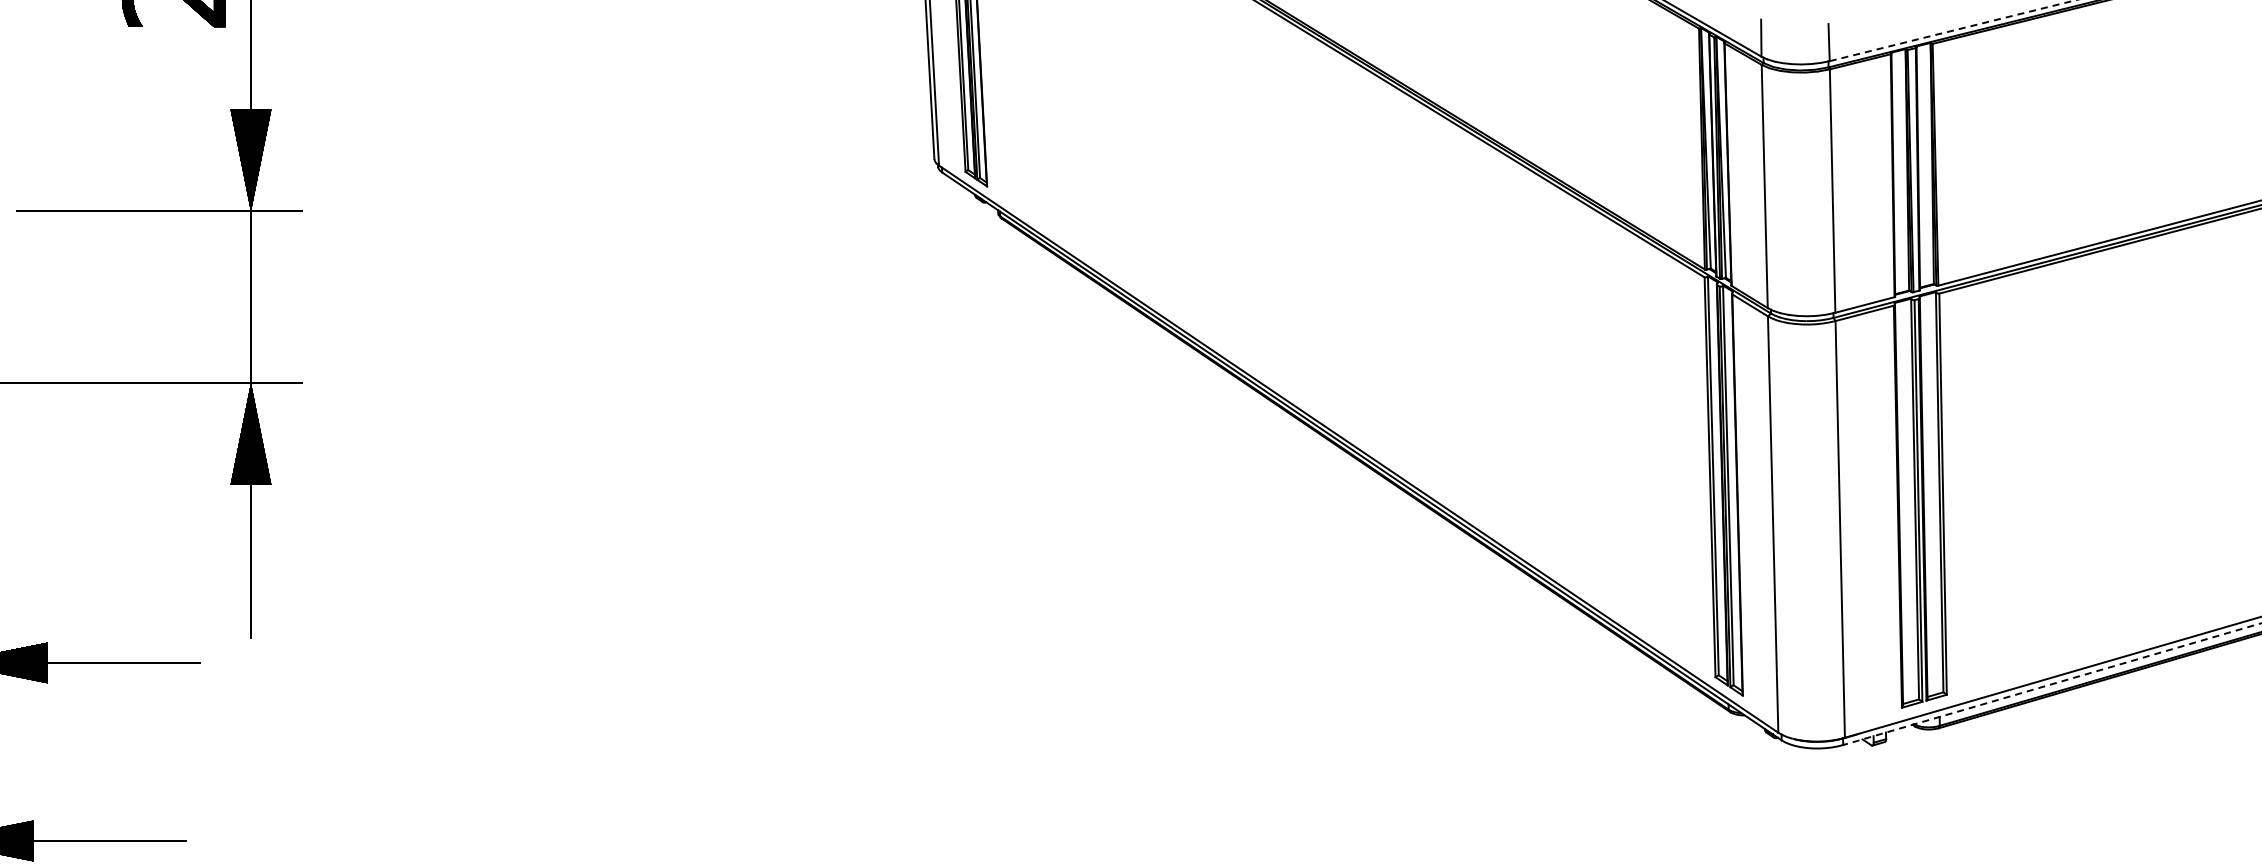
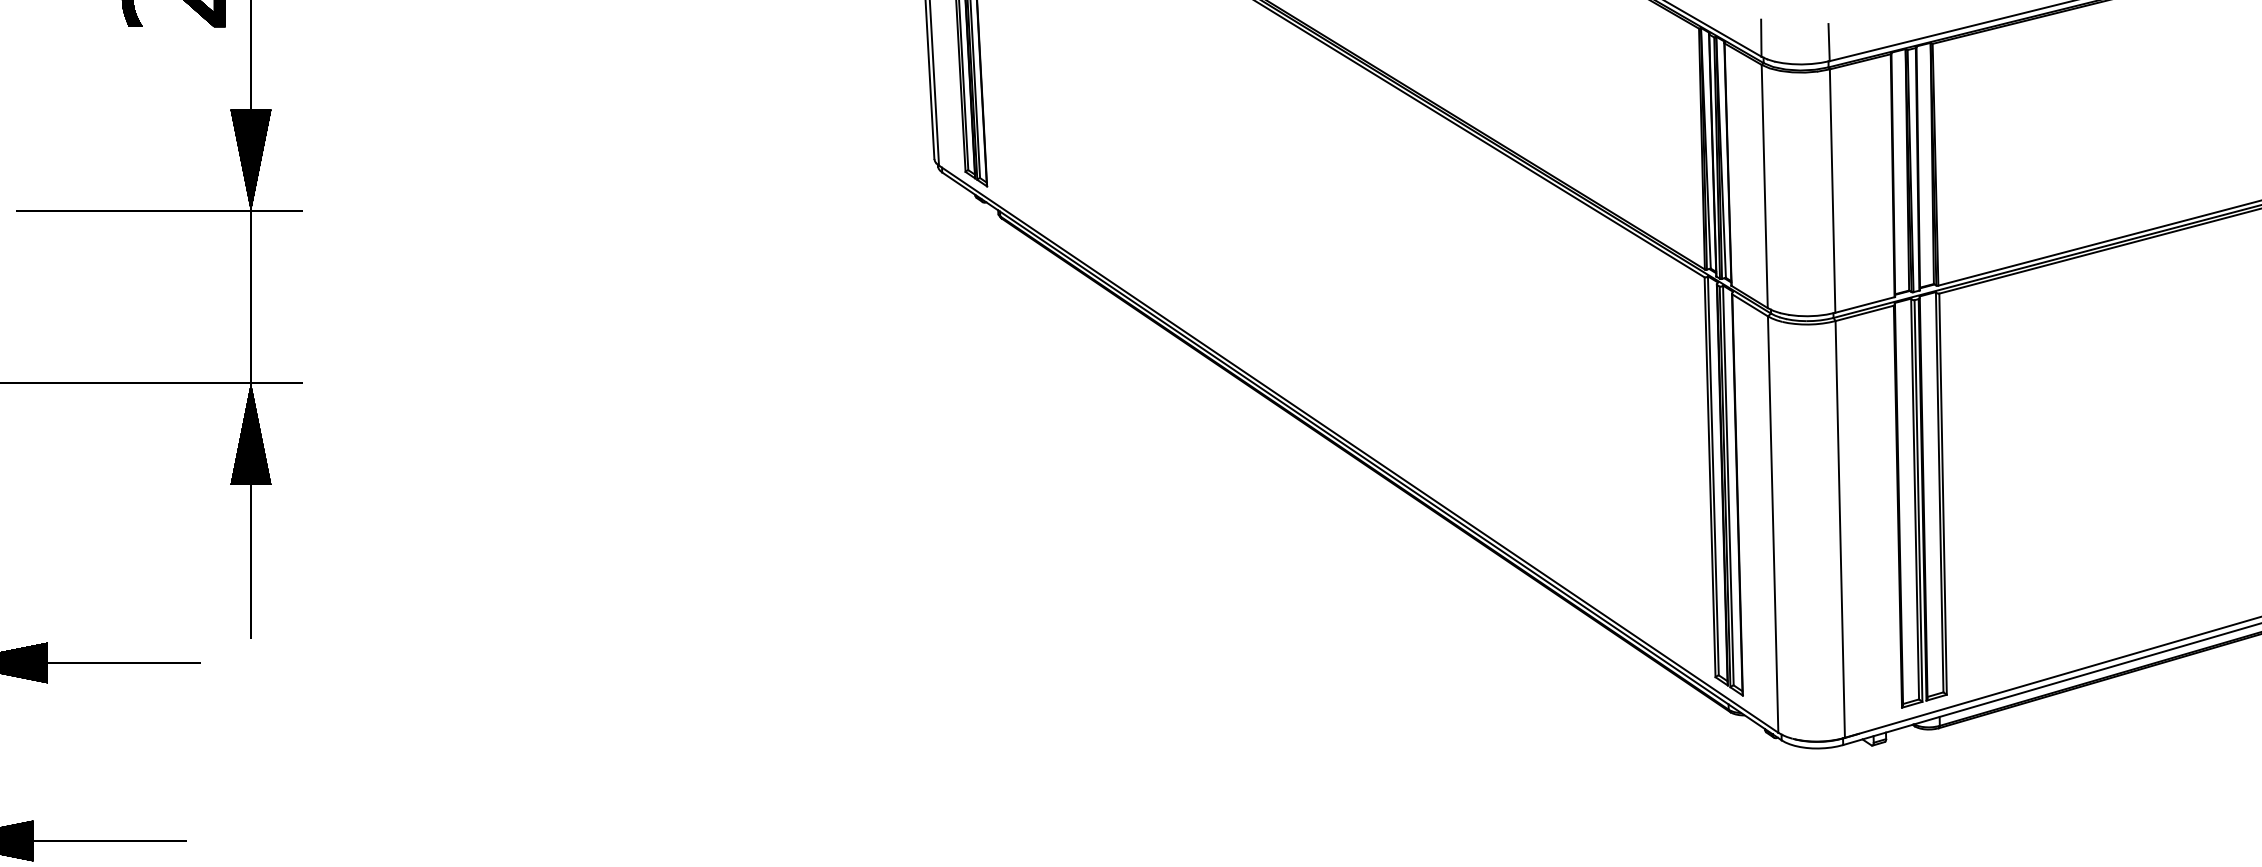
line at (1952, 30): dashed -> solid
line at (2052, 684): dashed -> solid
